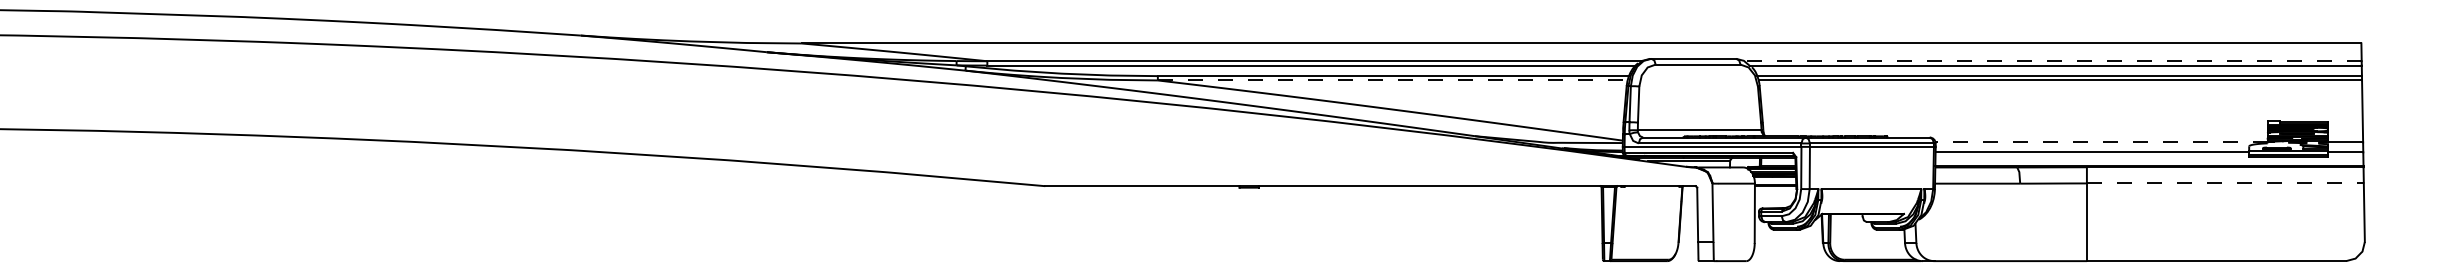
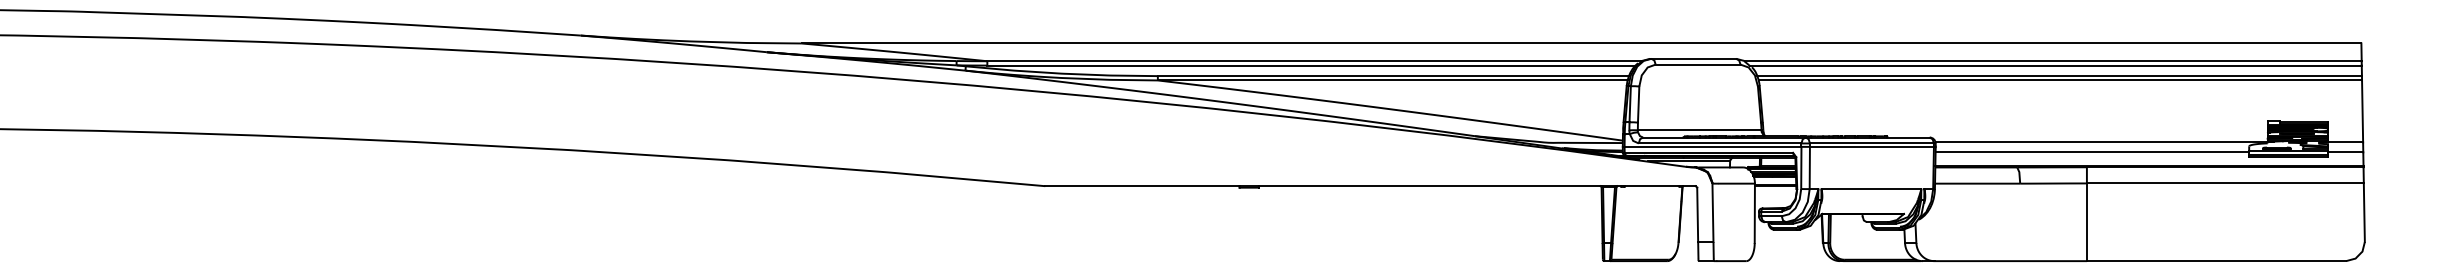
line at (2053, 61): dashed -> solid
line at (1393, 80): dashed -> solid
line at (2101, 142): dashed -> solid
line at (2225, 183): dashed -> solid
